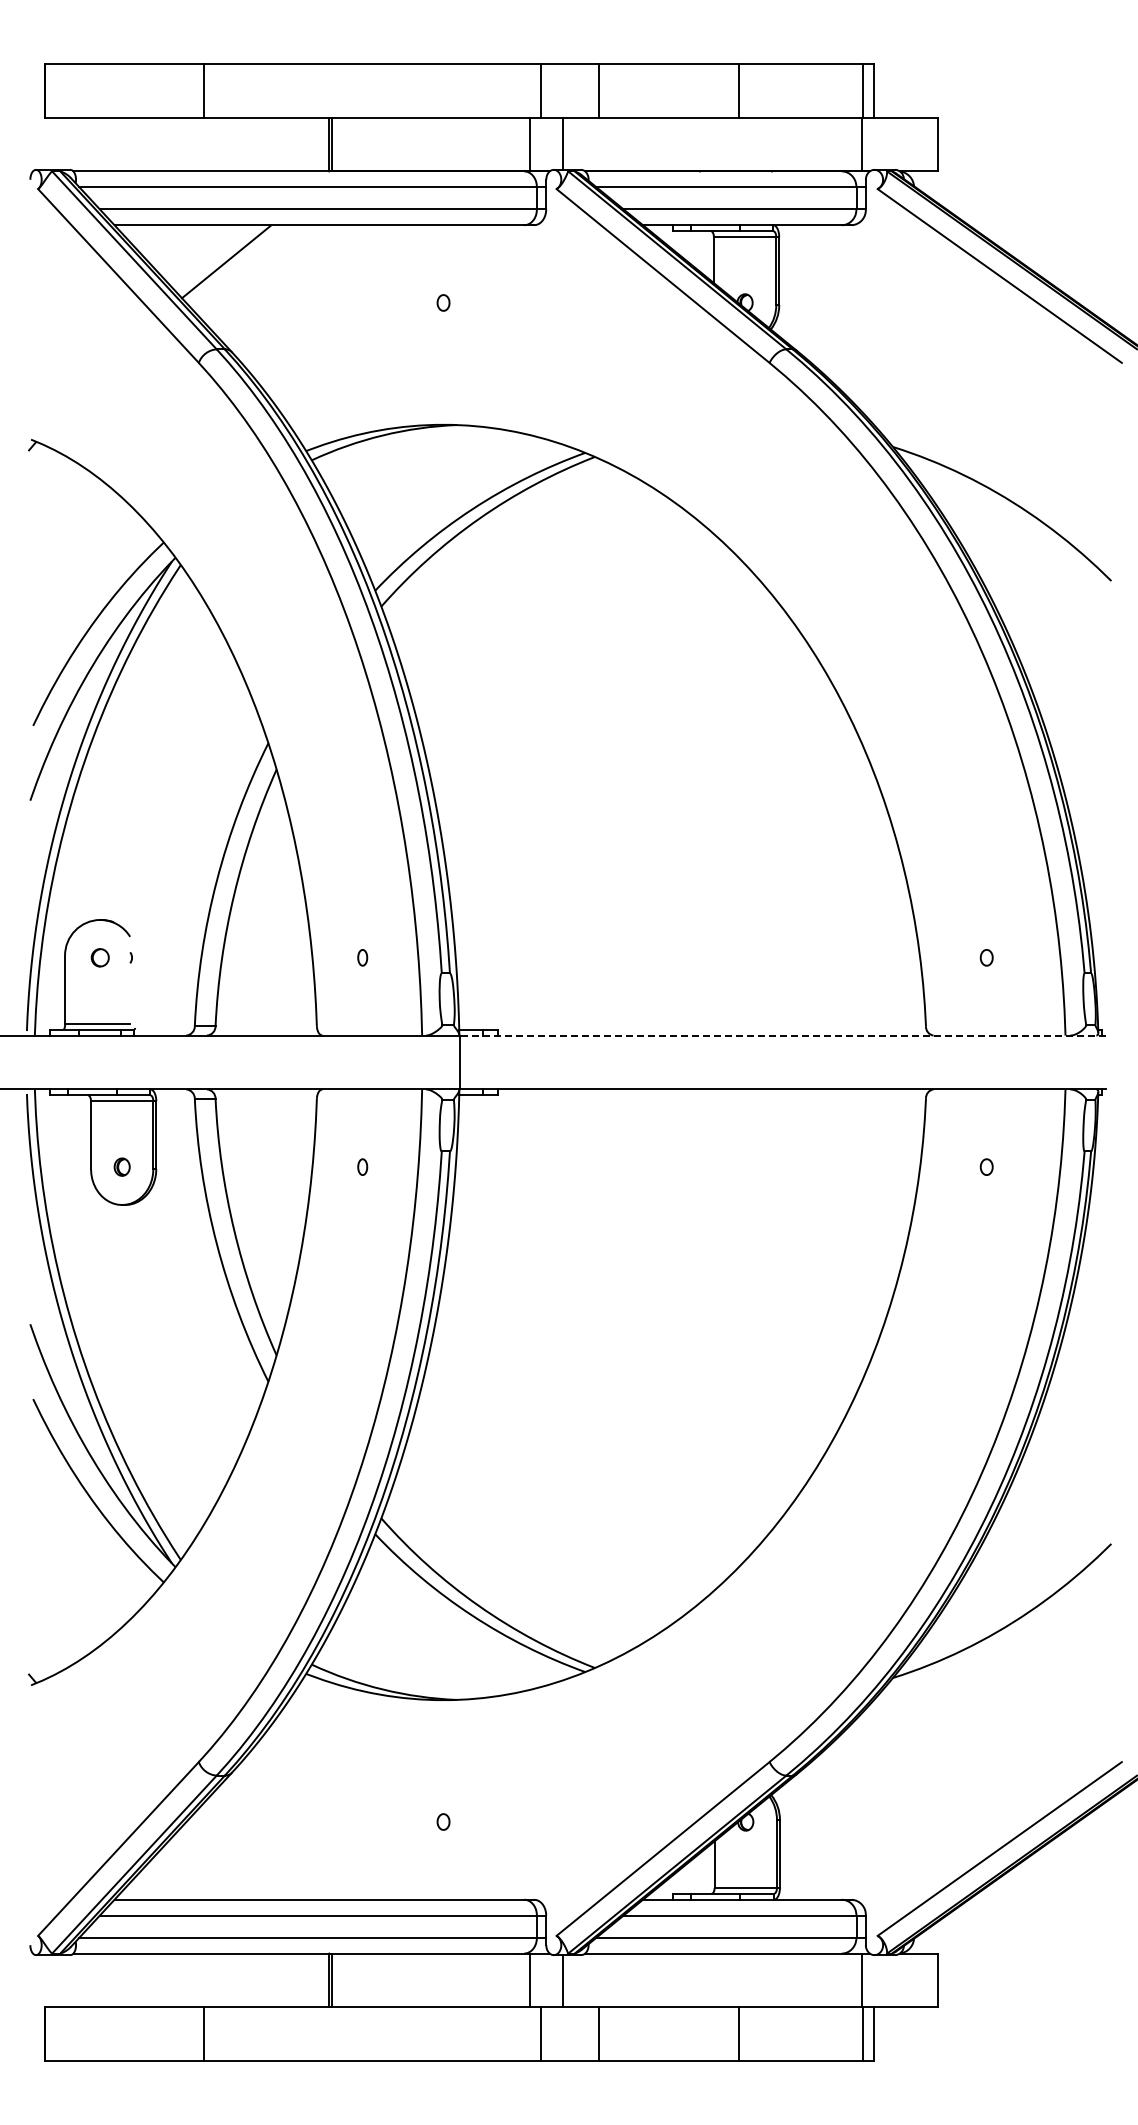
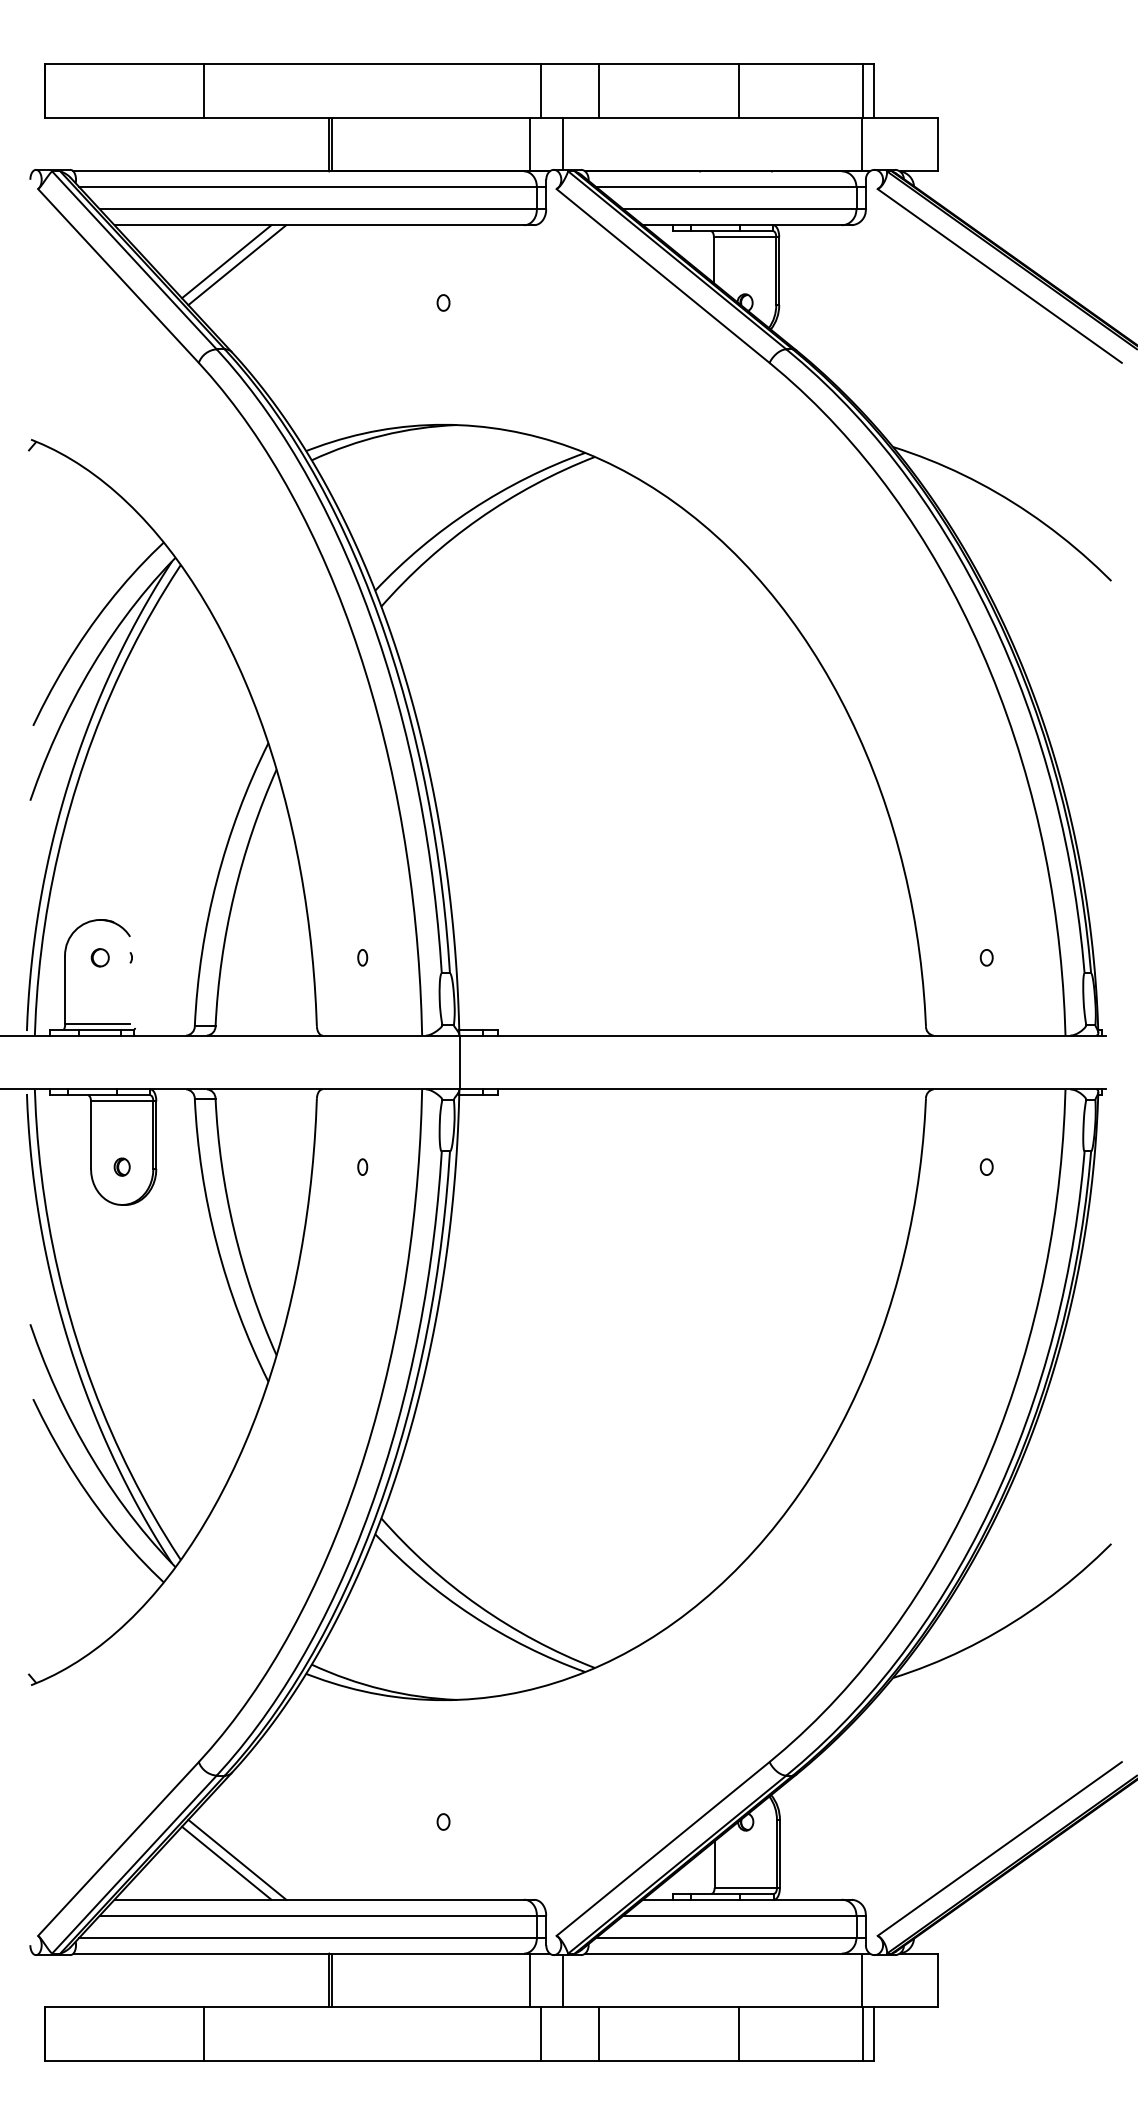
line at (237, 265): none -> present
line at (782, 1035): dashed -> solid
line at (237, 1859): none -> present
line at (226, 1862): none -> present
